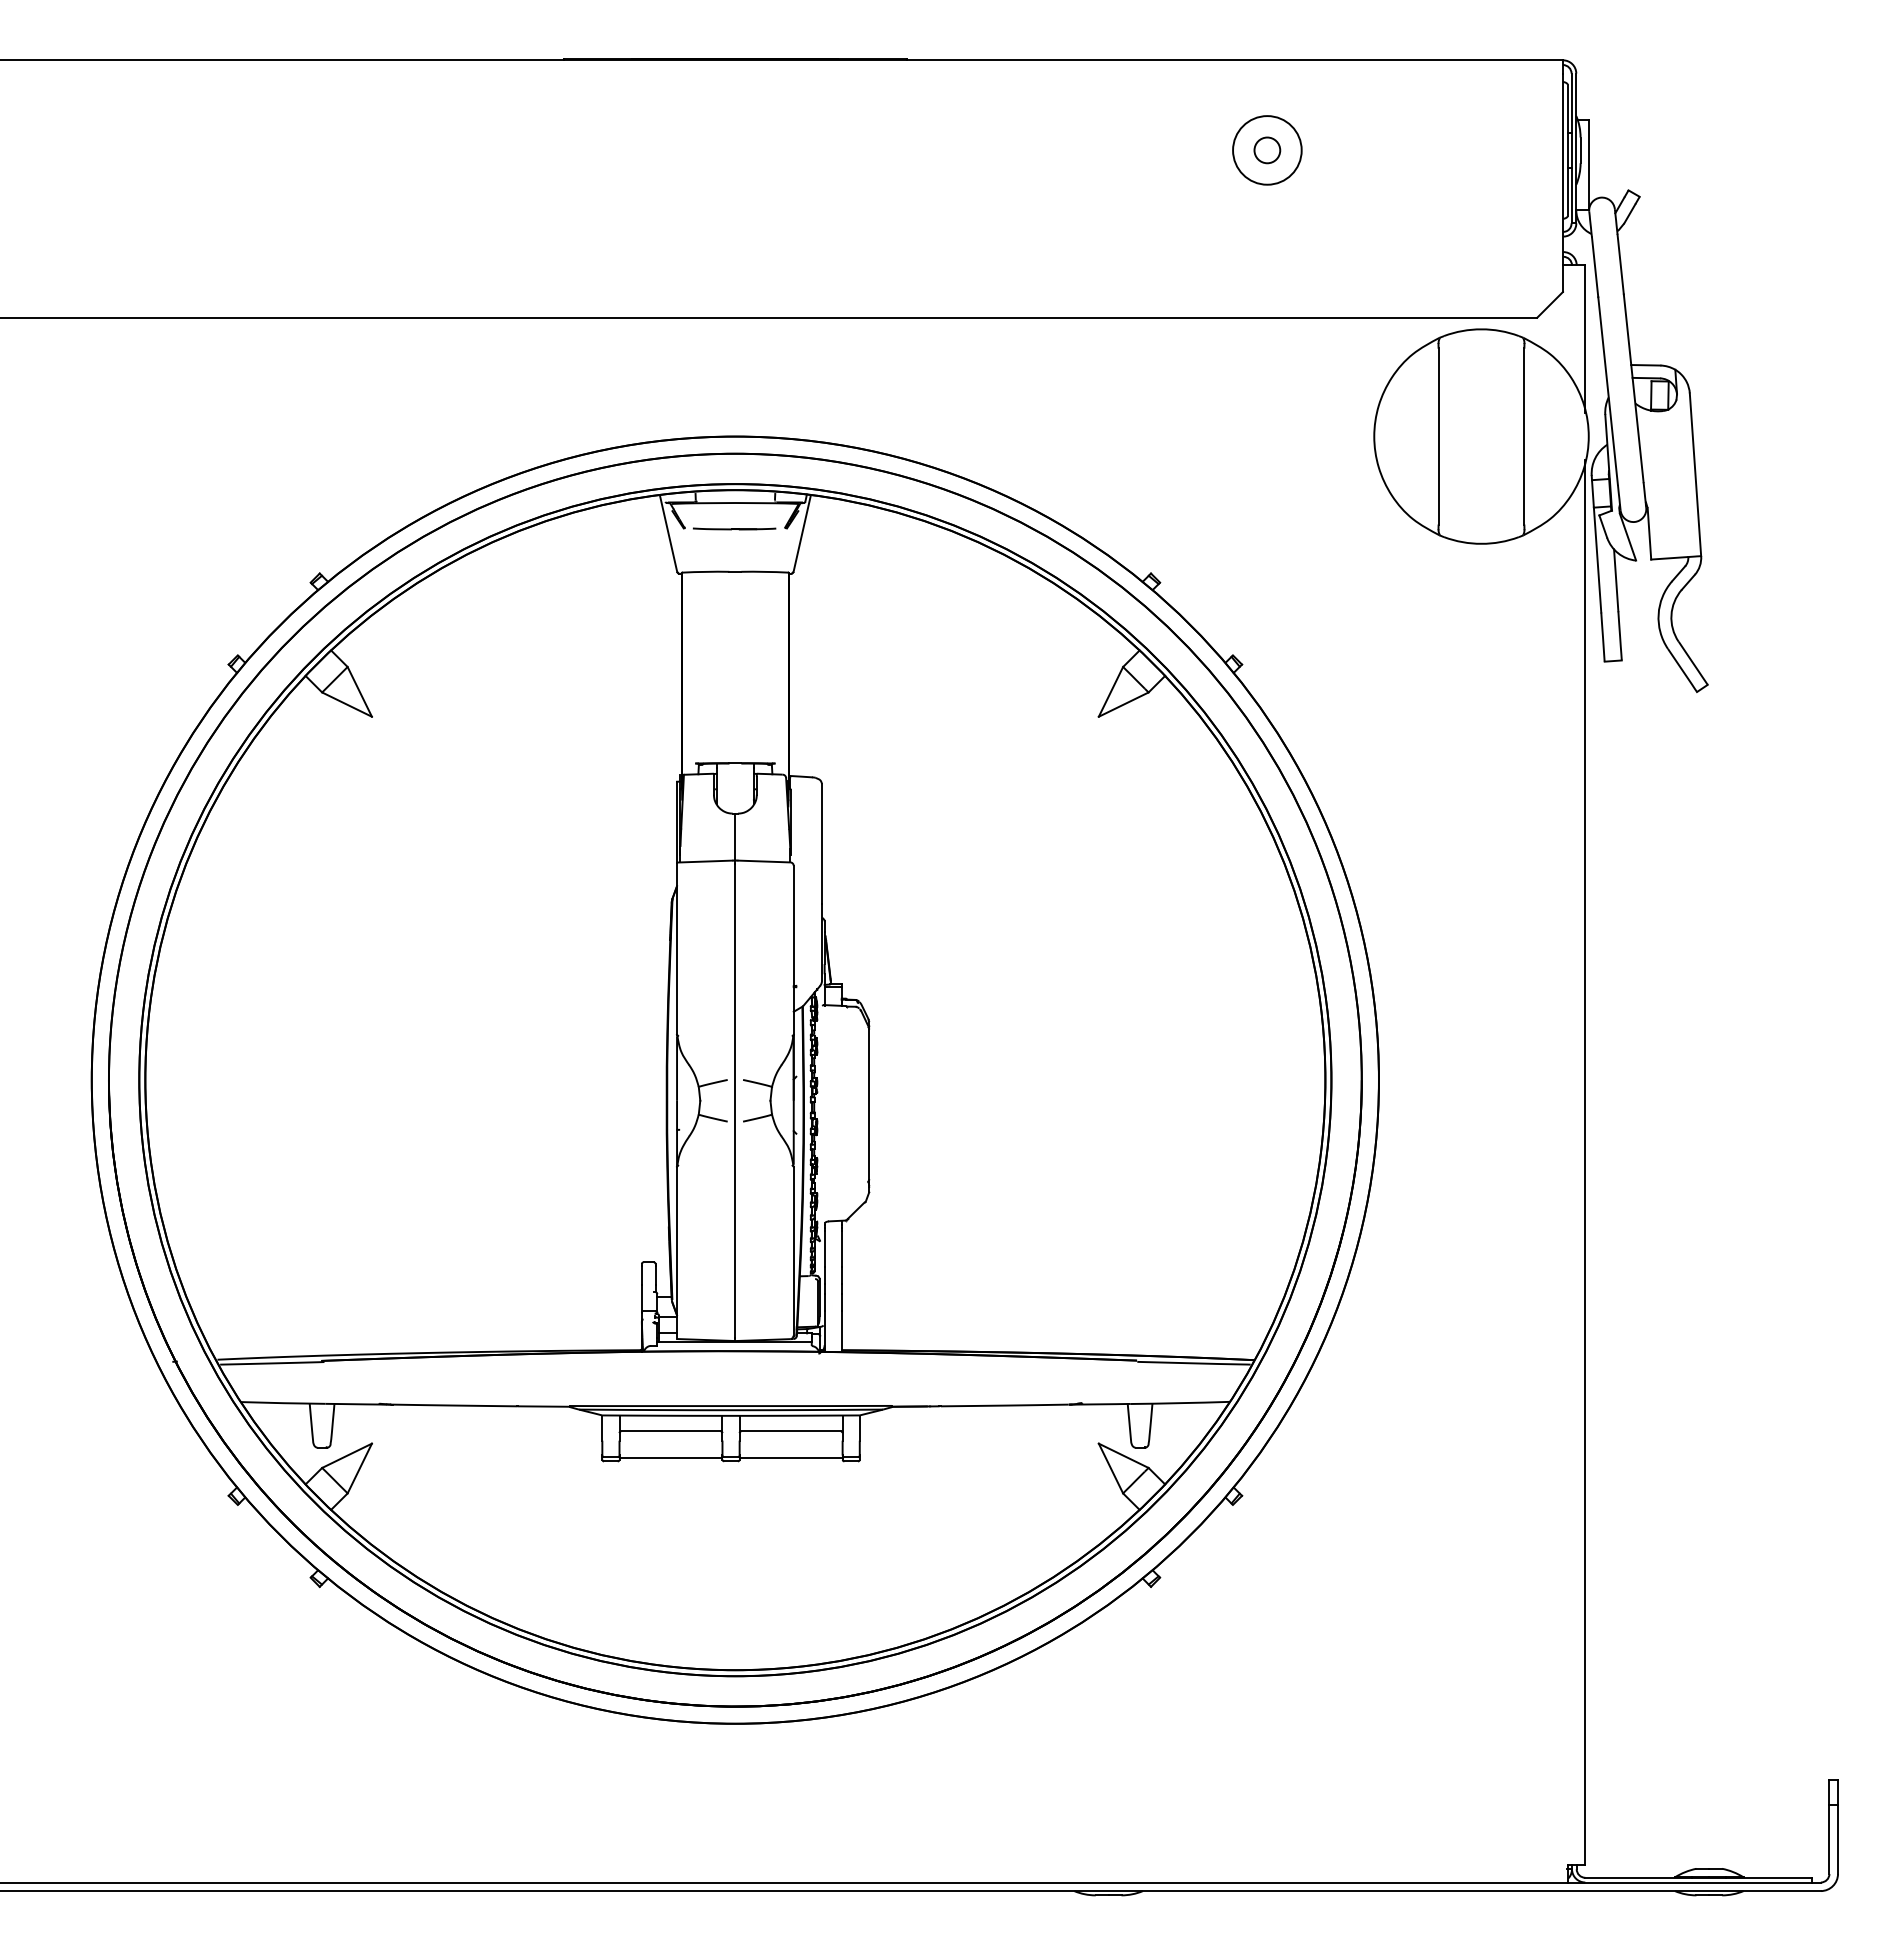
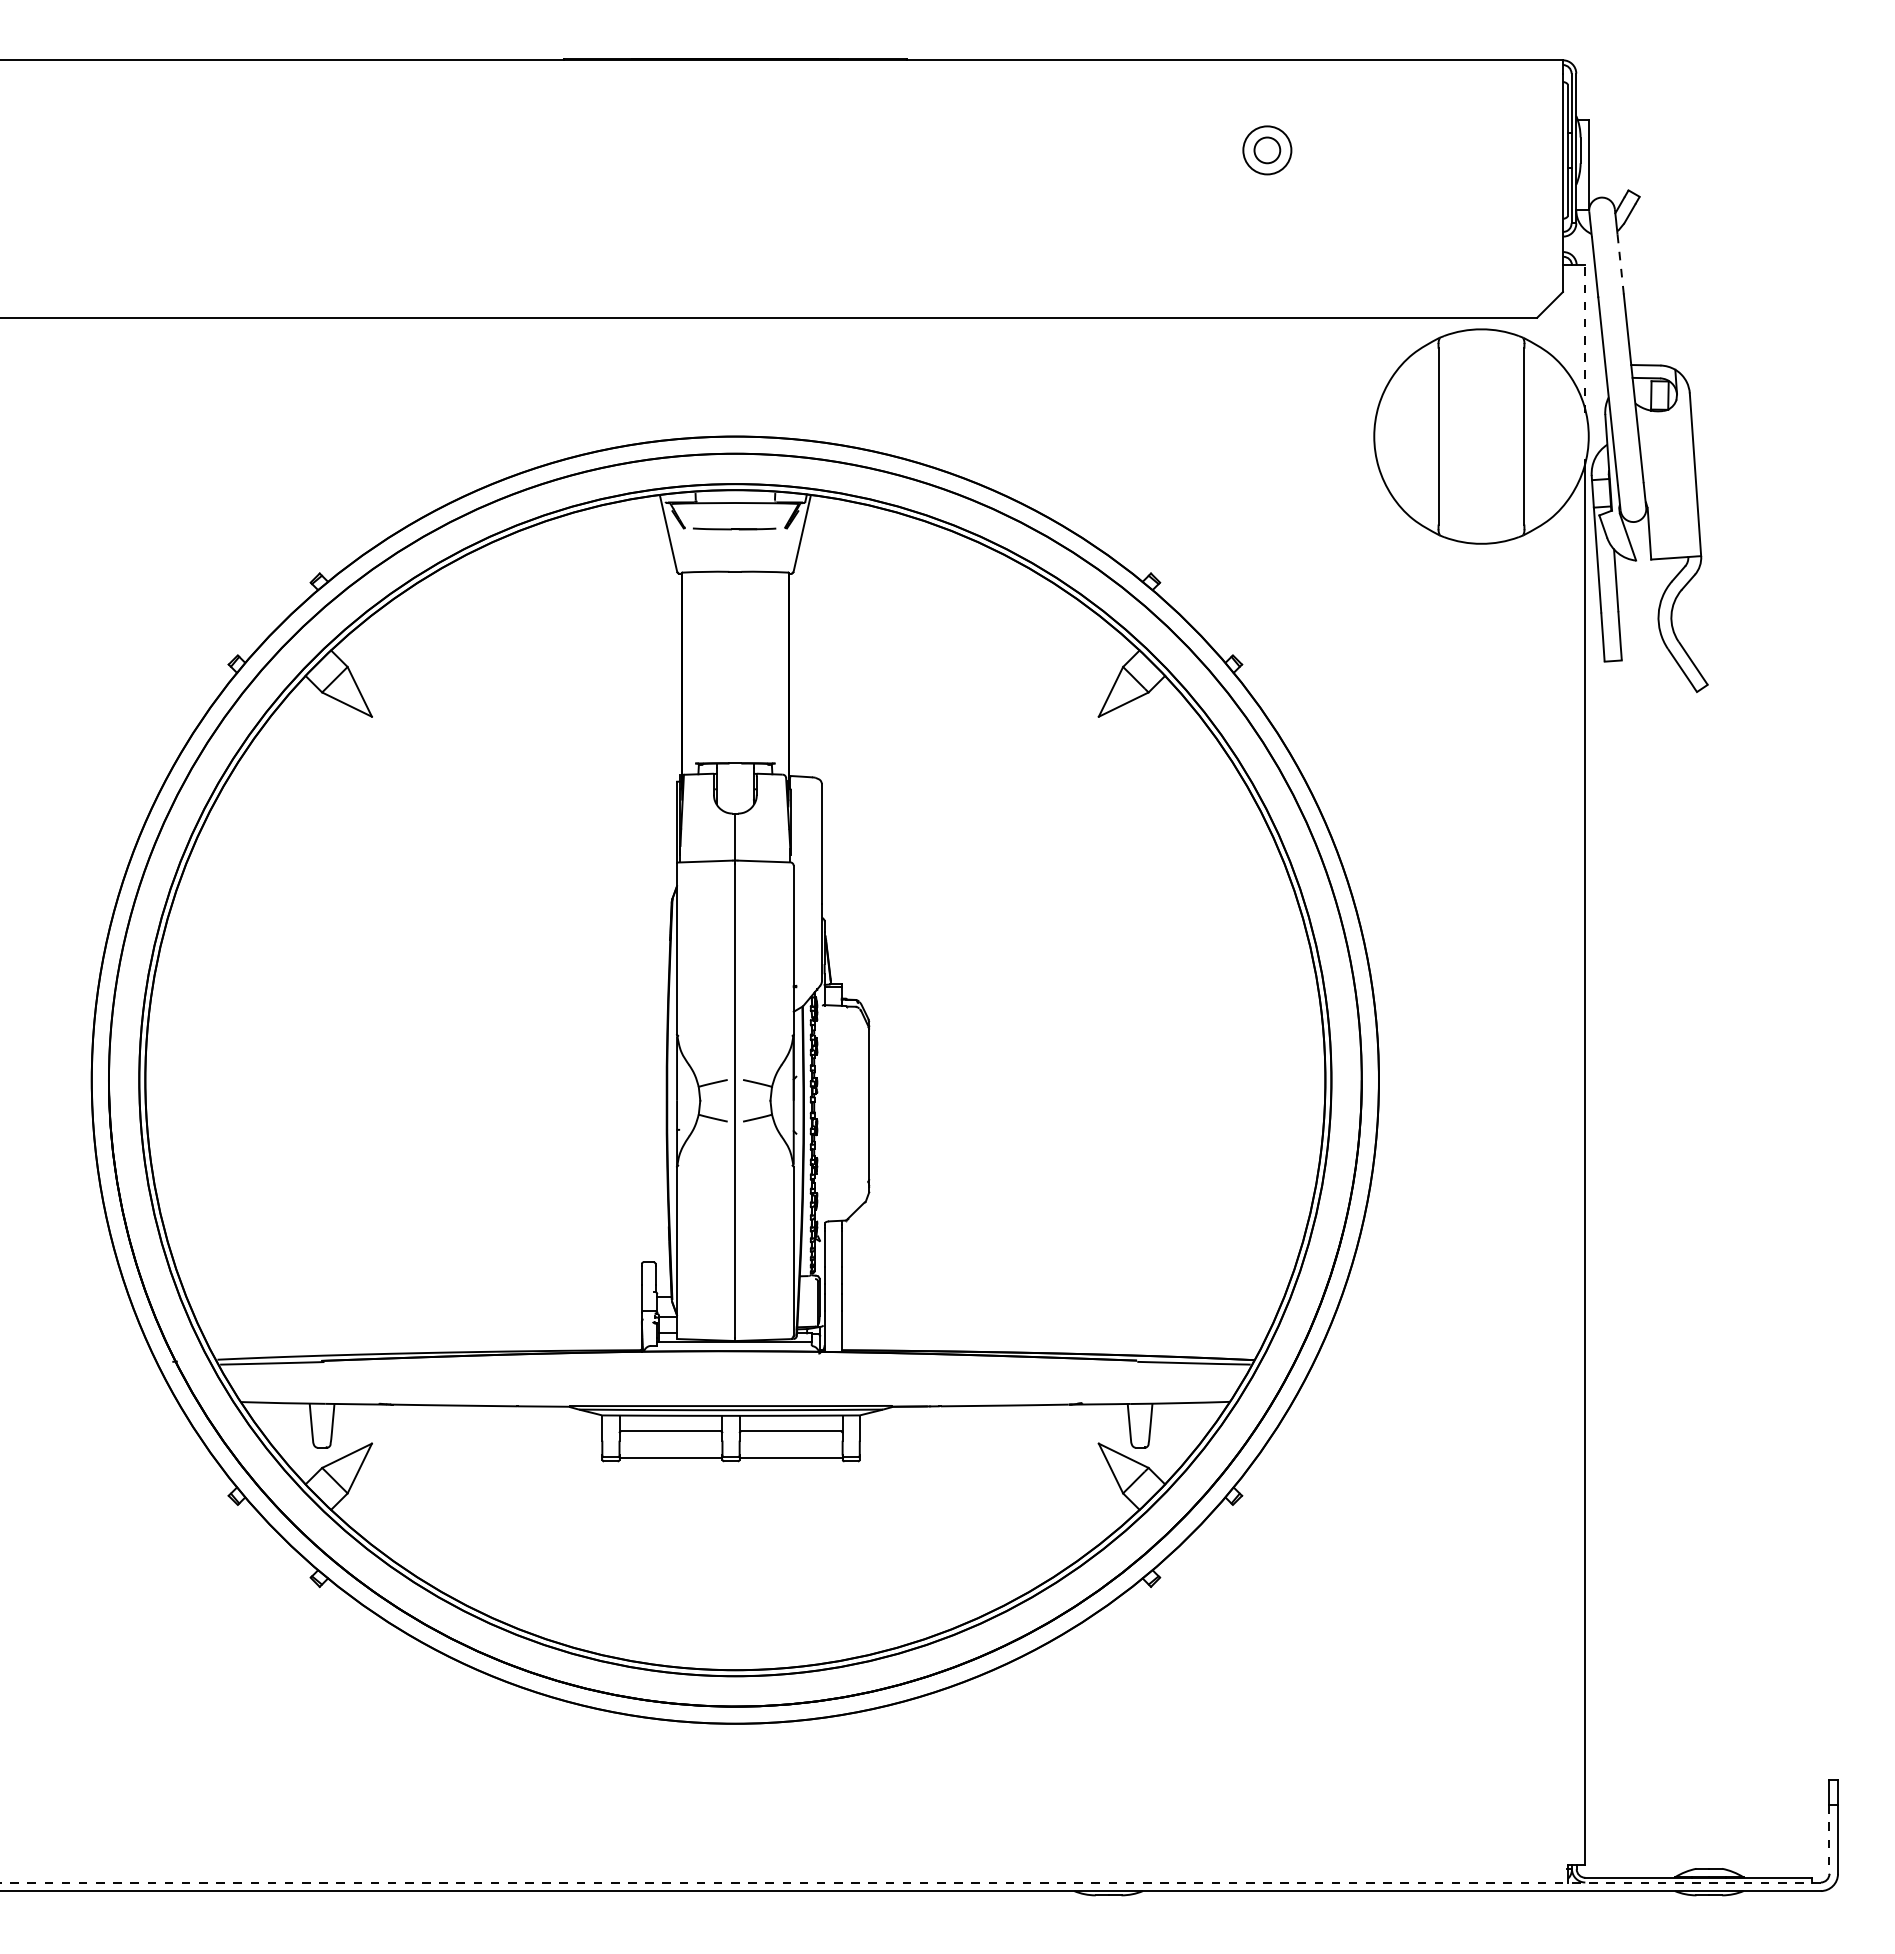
circle at (1267, 150) diameter: 69 px -> 48 px
line at (1620, 264): solid -> dashed
line at (1585, 339): solid -> dashed
line at (1829, 1840): solid -> dashed
line at (910, 1882): solid -> dashed
